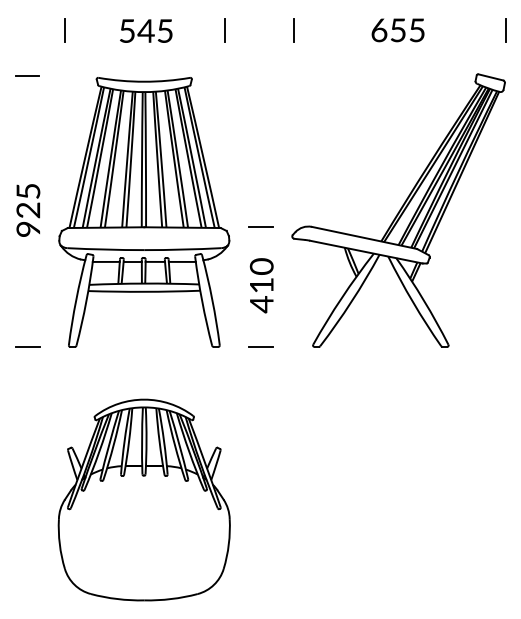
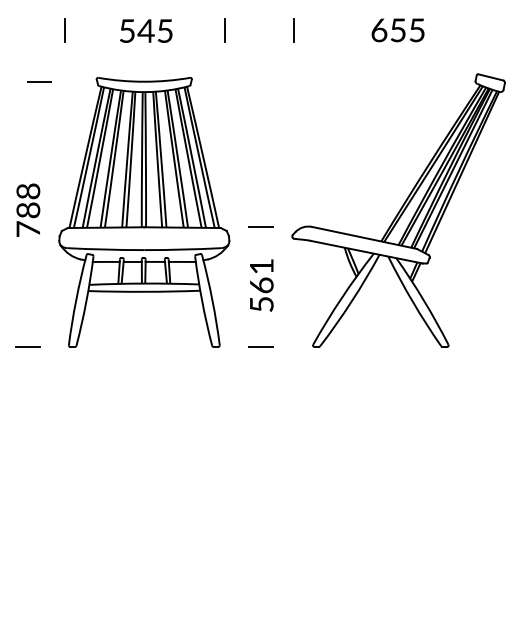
line at (505, 30): present -> none
line at (27, 75) position: (27, 75) -> (39, 81)
text at (28, 209): 925 -> 788
text at (261, 285): 410 -> 561
part at (143, 499): present -> none
